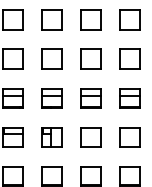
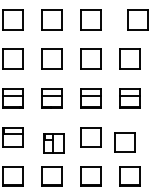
part at (129, 19) position: (129, 19) -> (137, 19)
part at (51, 137) position: (51, 137) -> (53, 143)
part at (129, 137) position: (129, 137) -> (124, 142)
